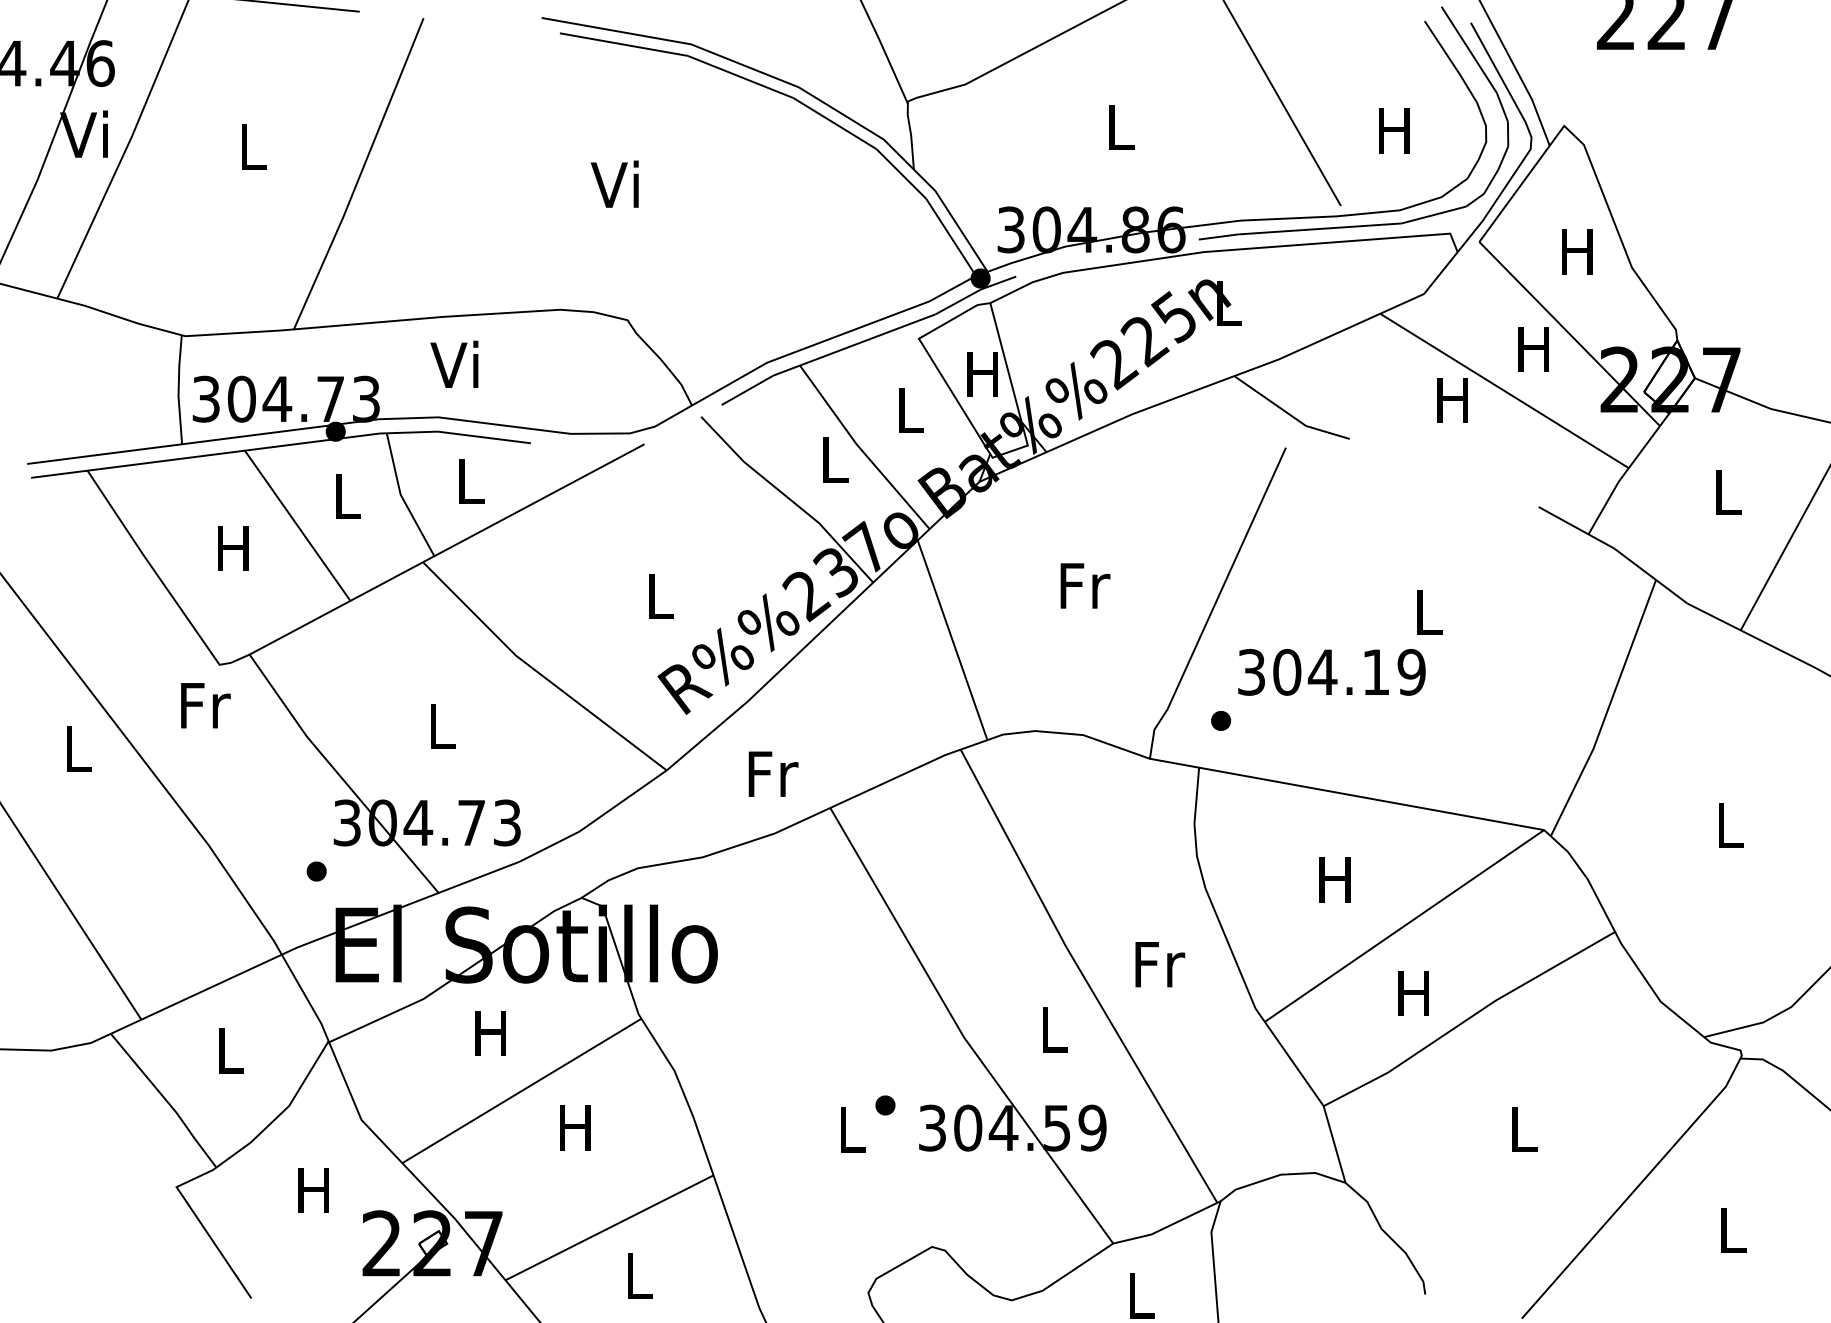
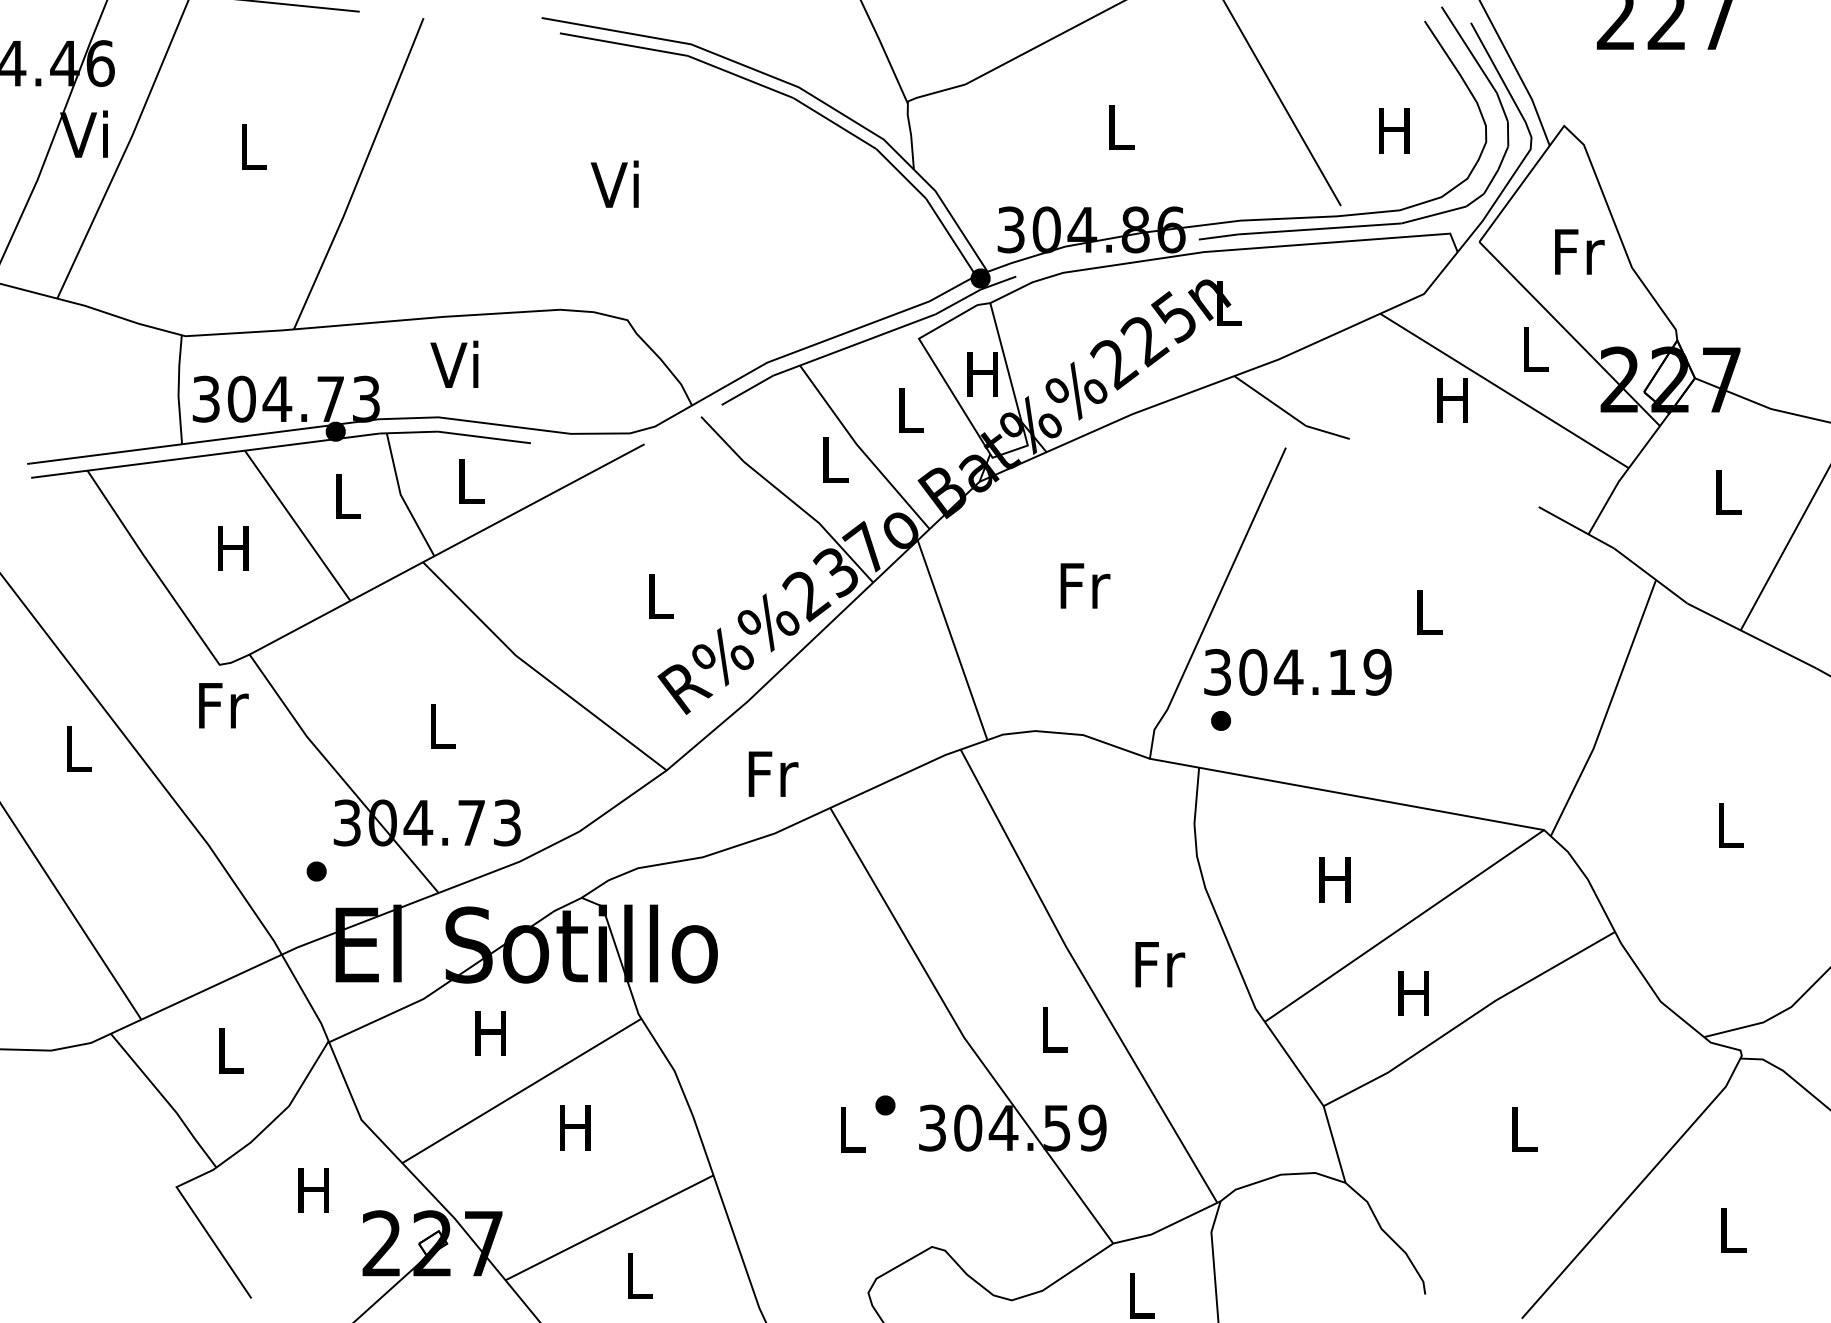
text at (1579, 251): H -> Fr
text at (1533, 349): H -> L
text at (1331, 672) position: (1331, 672) -> (1297, 672)
text at (205, 705) position: (205, 705) -> (223, 705)
